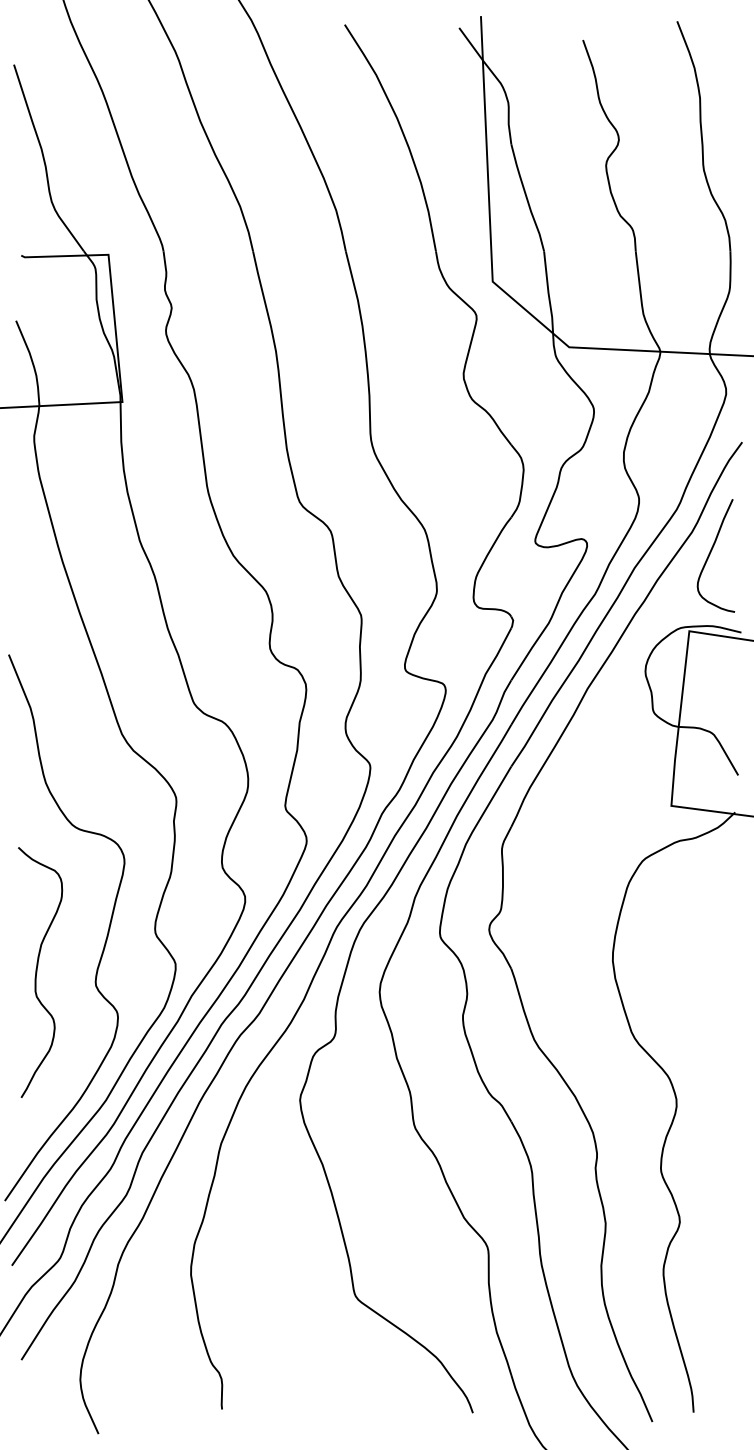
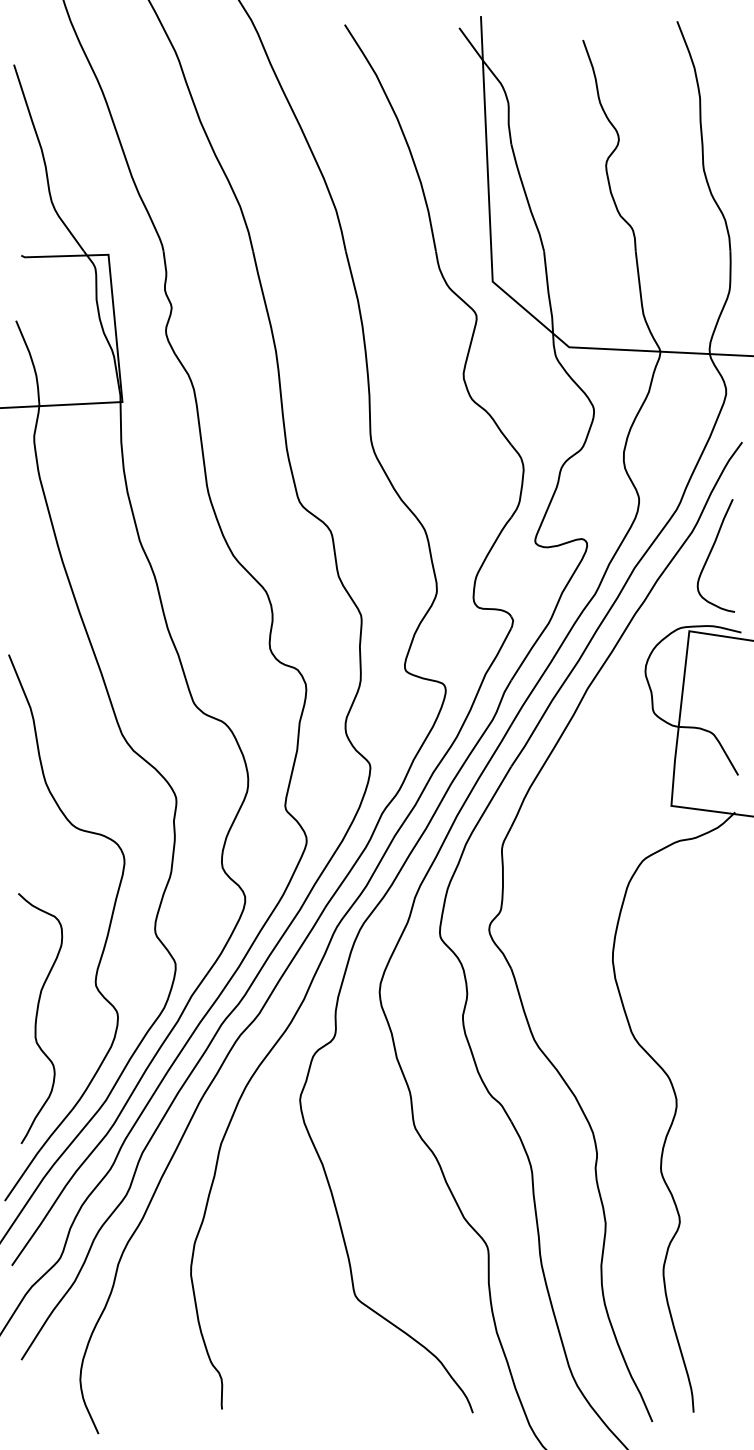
curve at (37, 972) position: (37, 972) -> (37, 1018)
